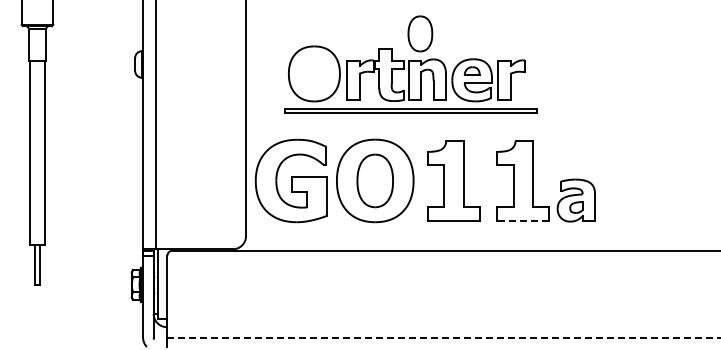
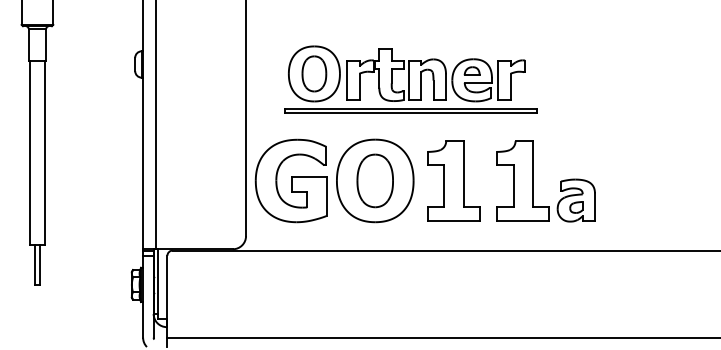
part at (420, 33) position: (420, 33) -> (314, 73)
line at (522, 220): dashed -> solid
line at (444, 337): dashed -> solid
